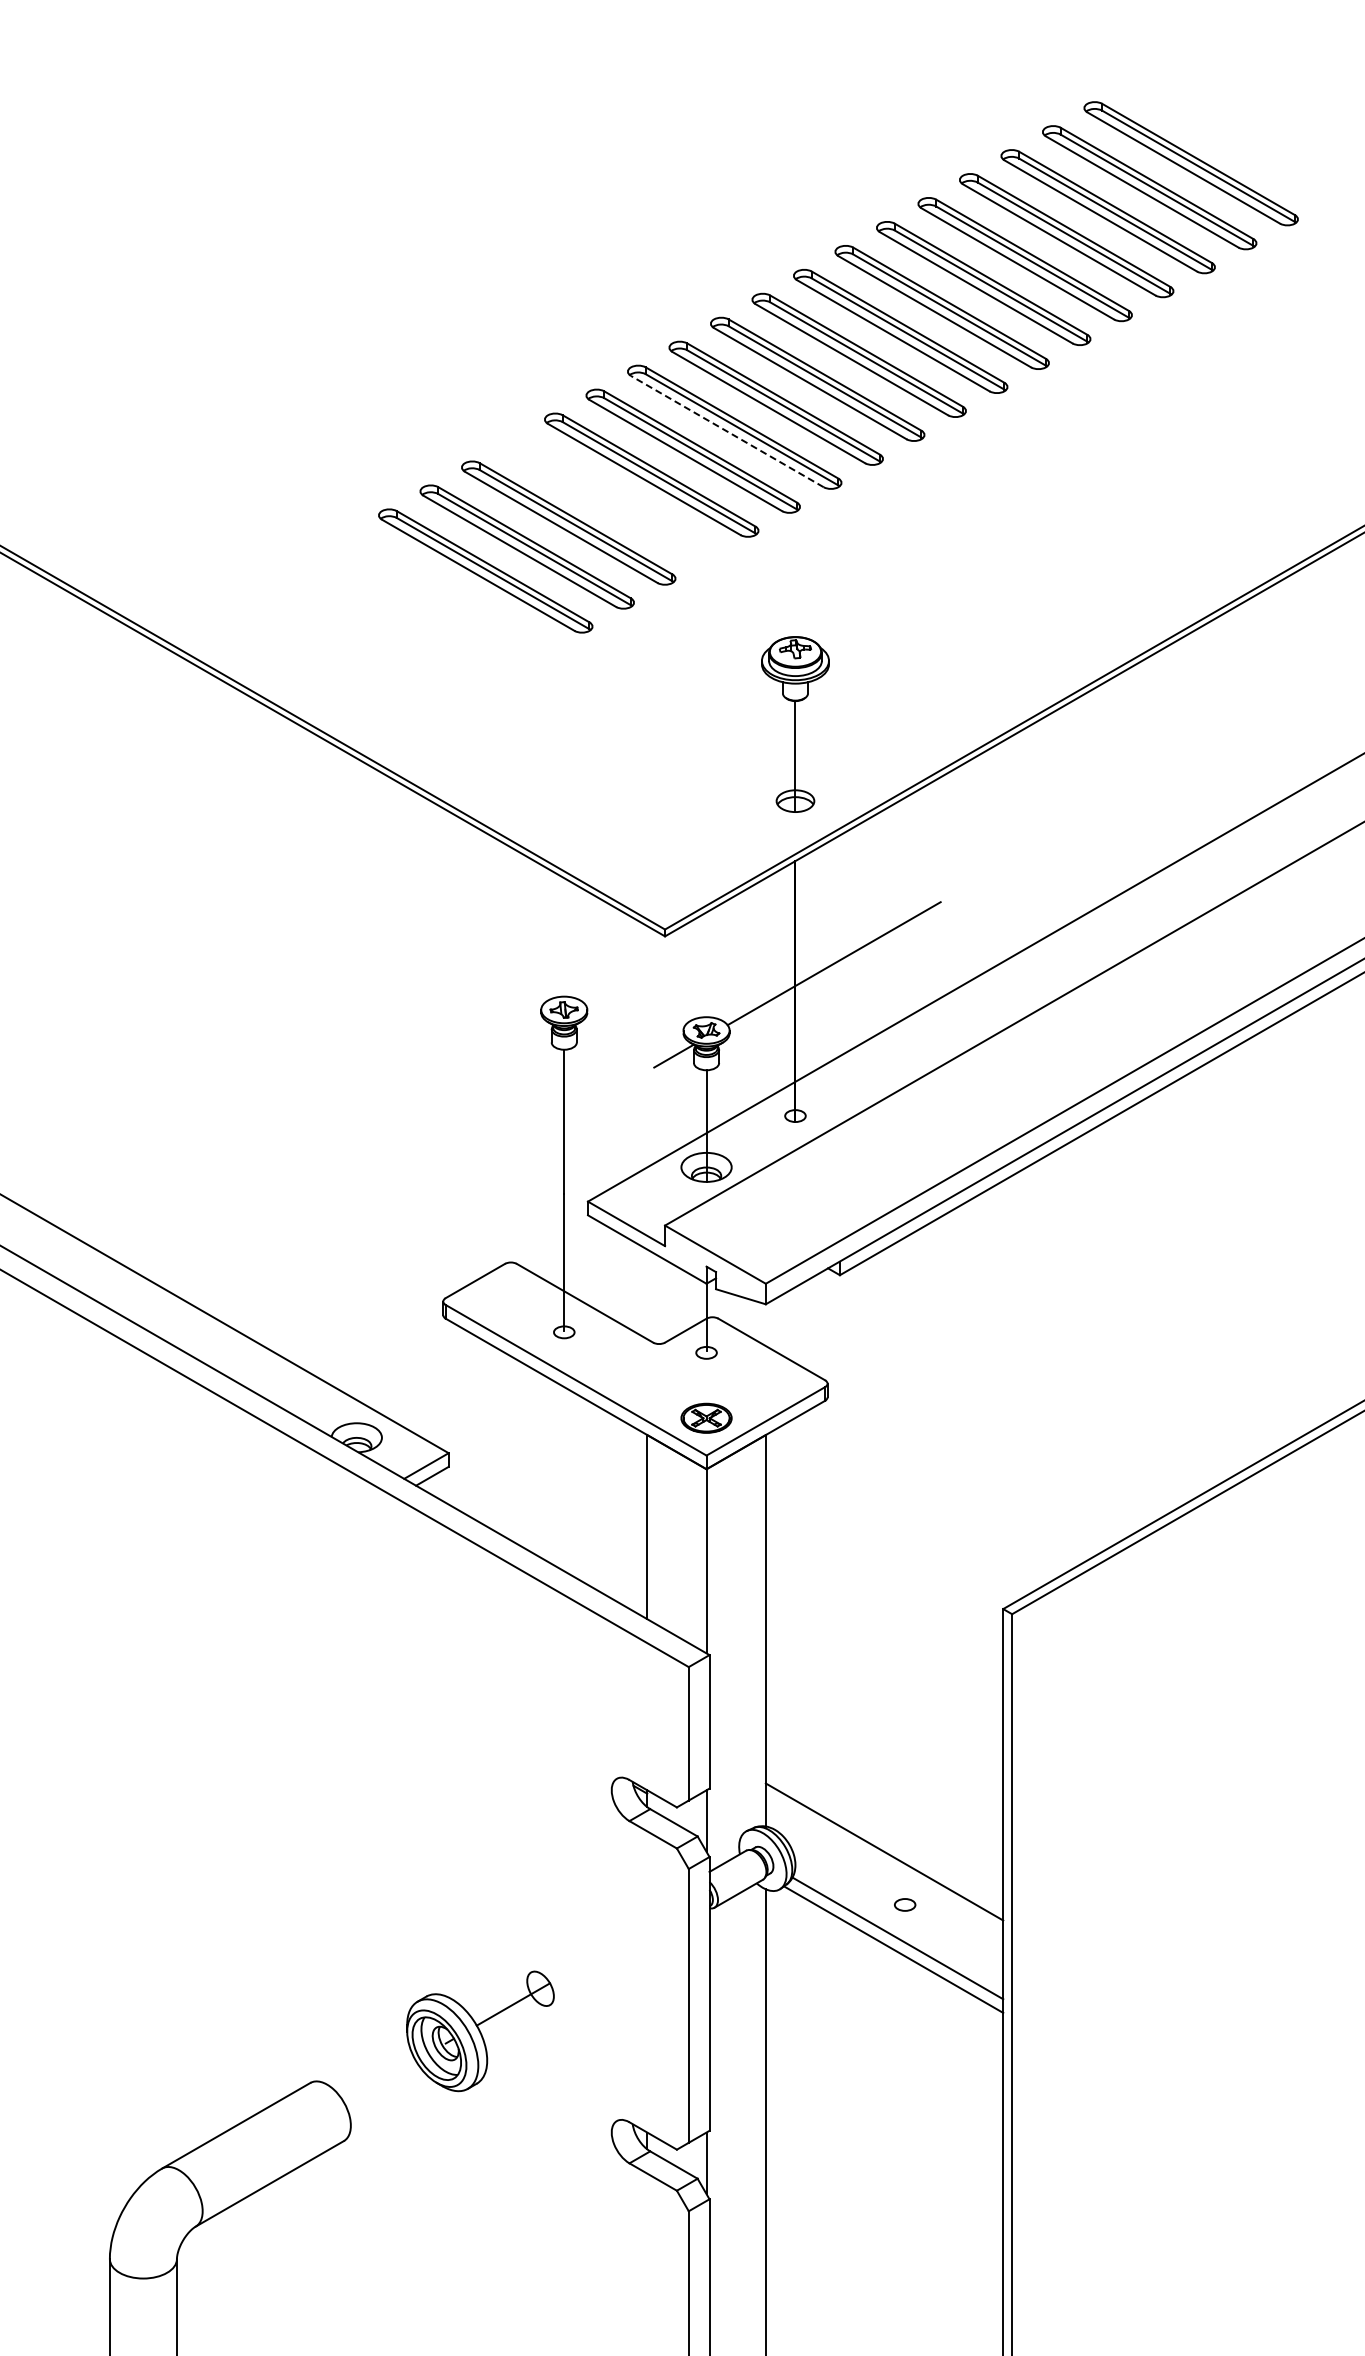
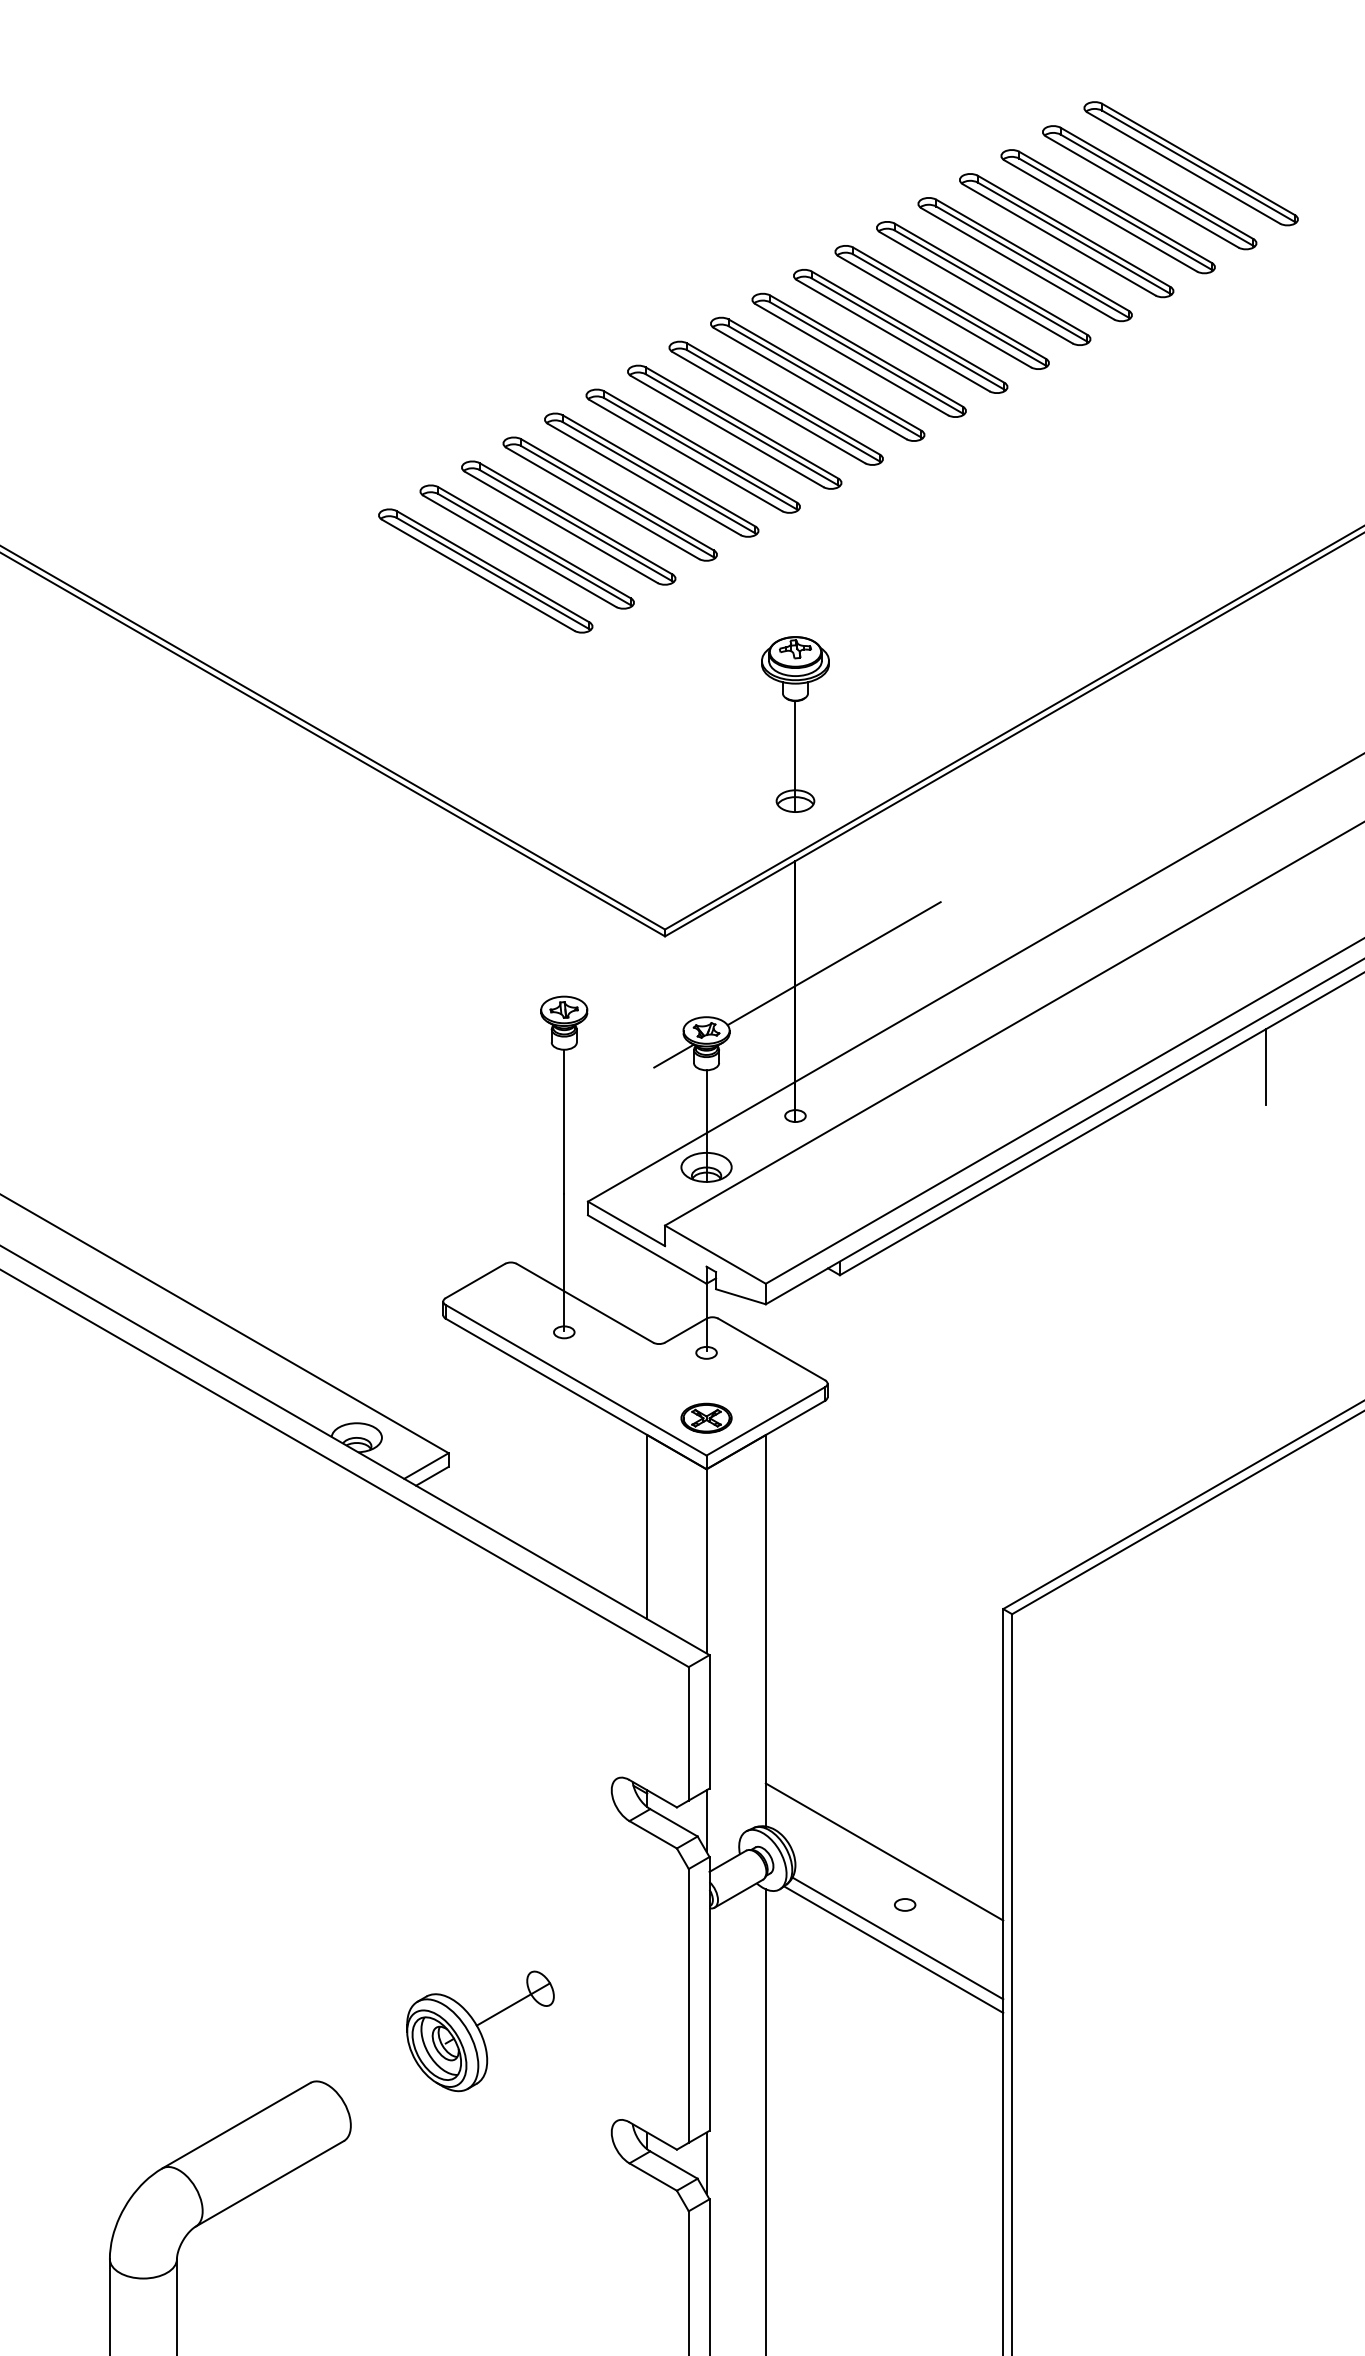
line at (726, 431): dashed -> solid
part at (609, 498): none -> present
line at (1266, 1066): none -> present
